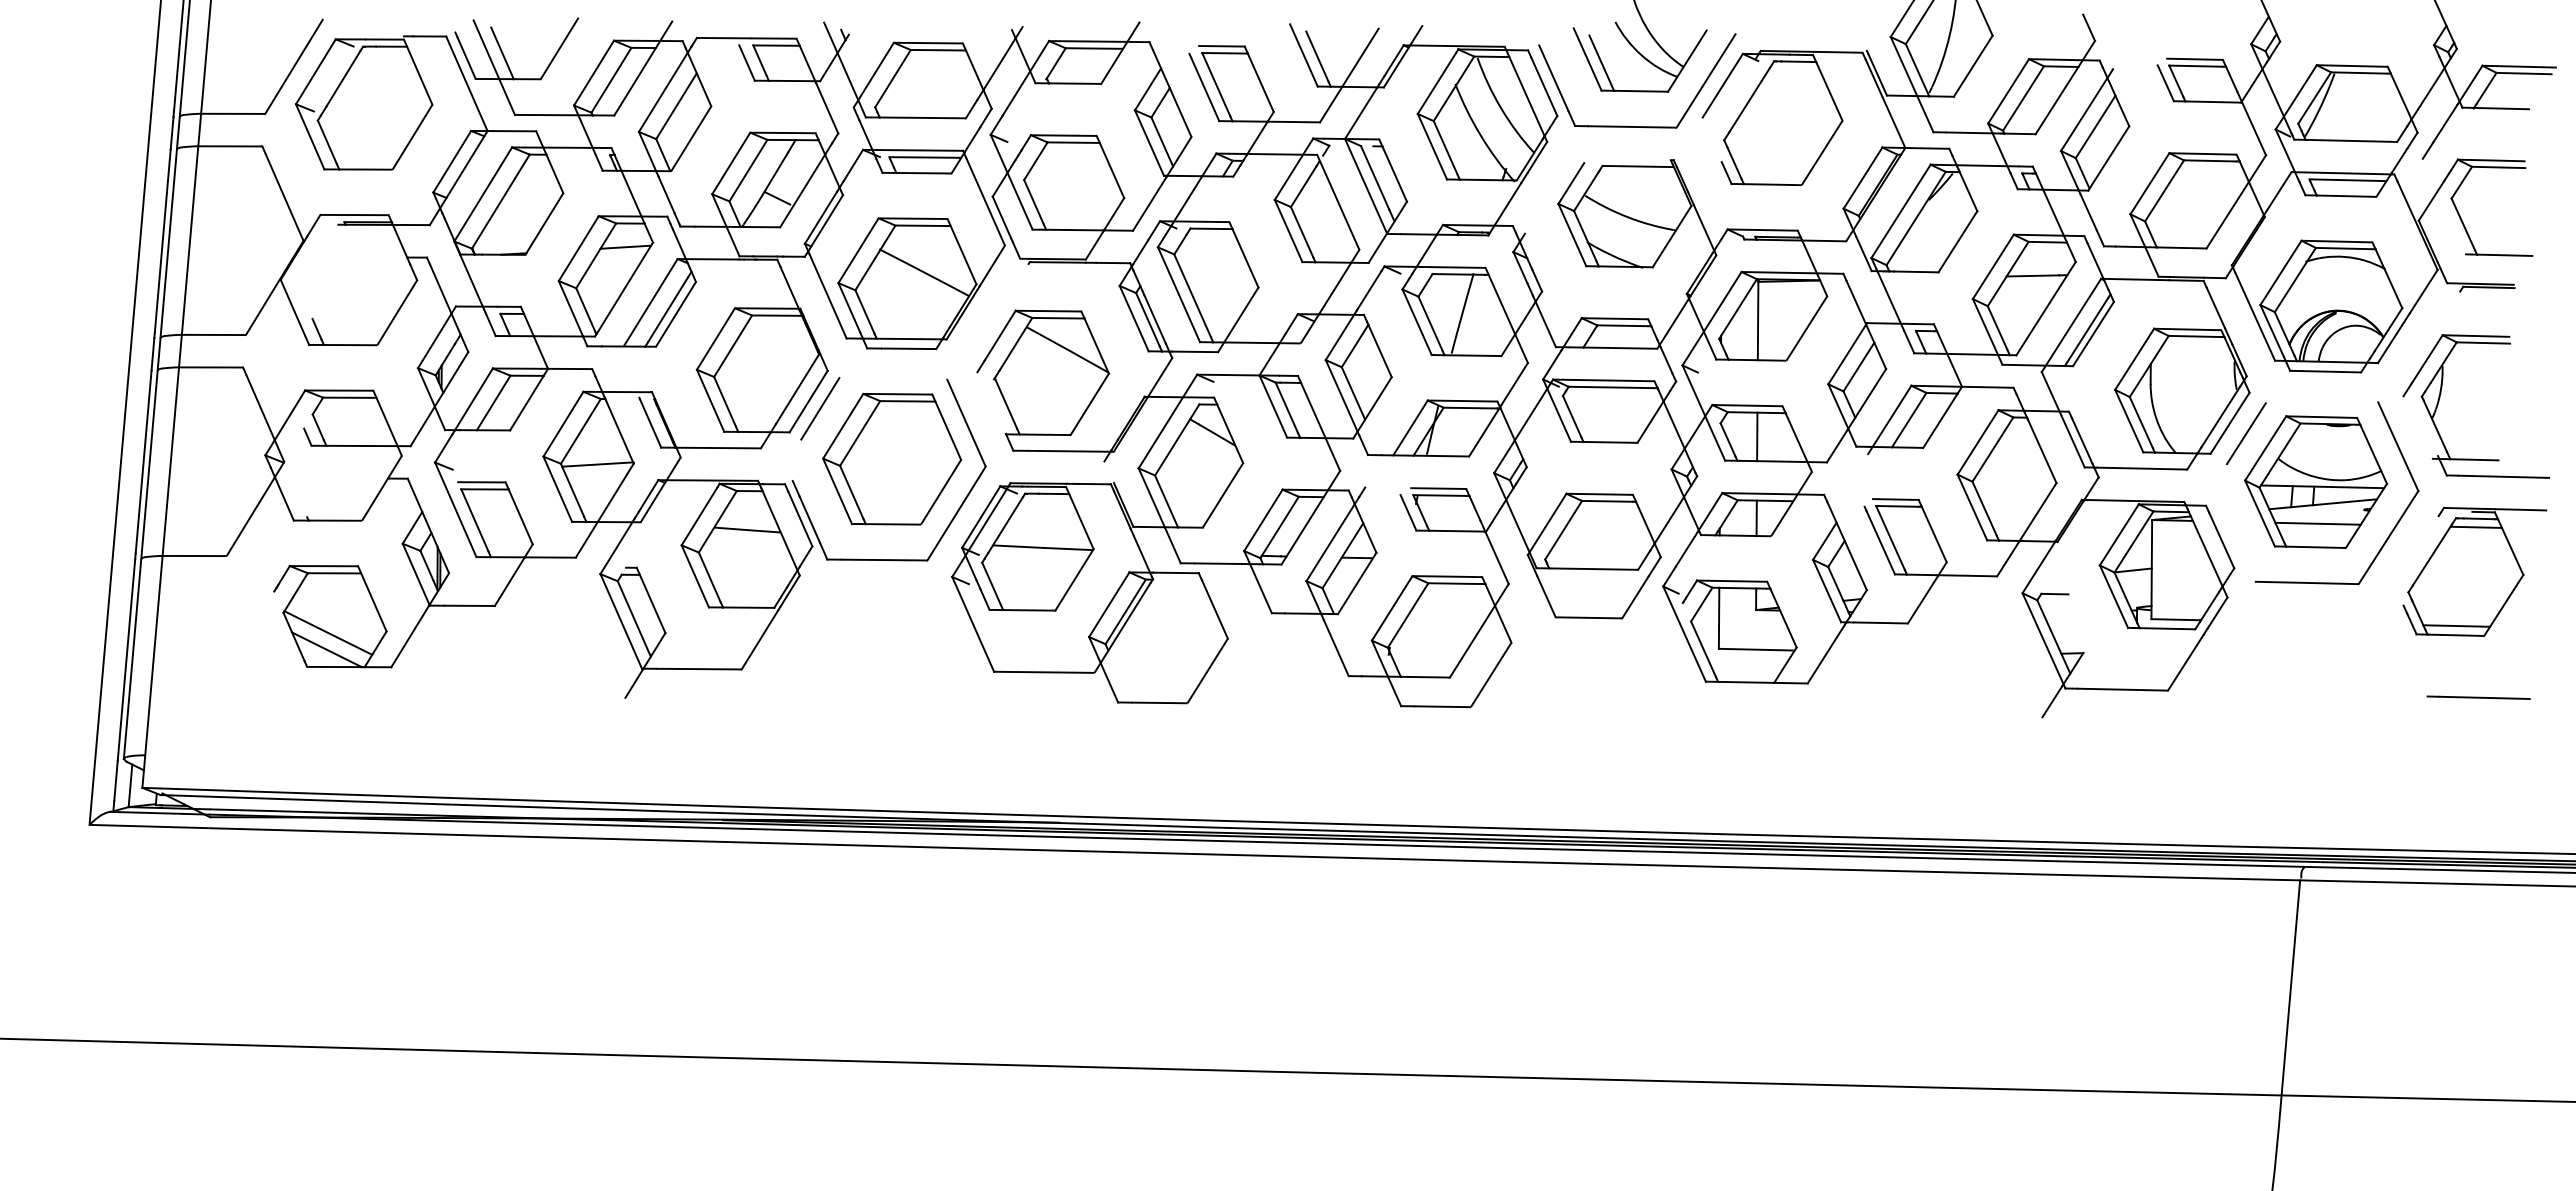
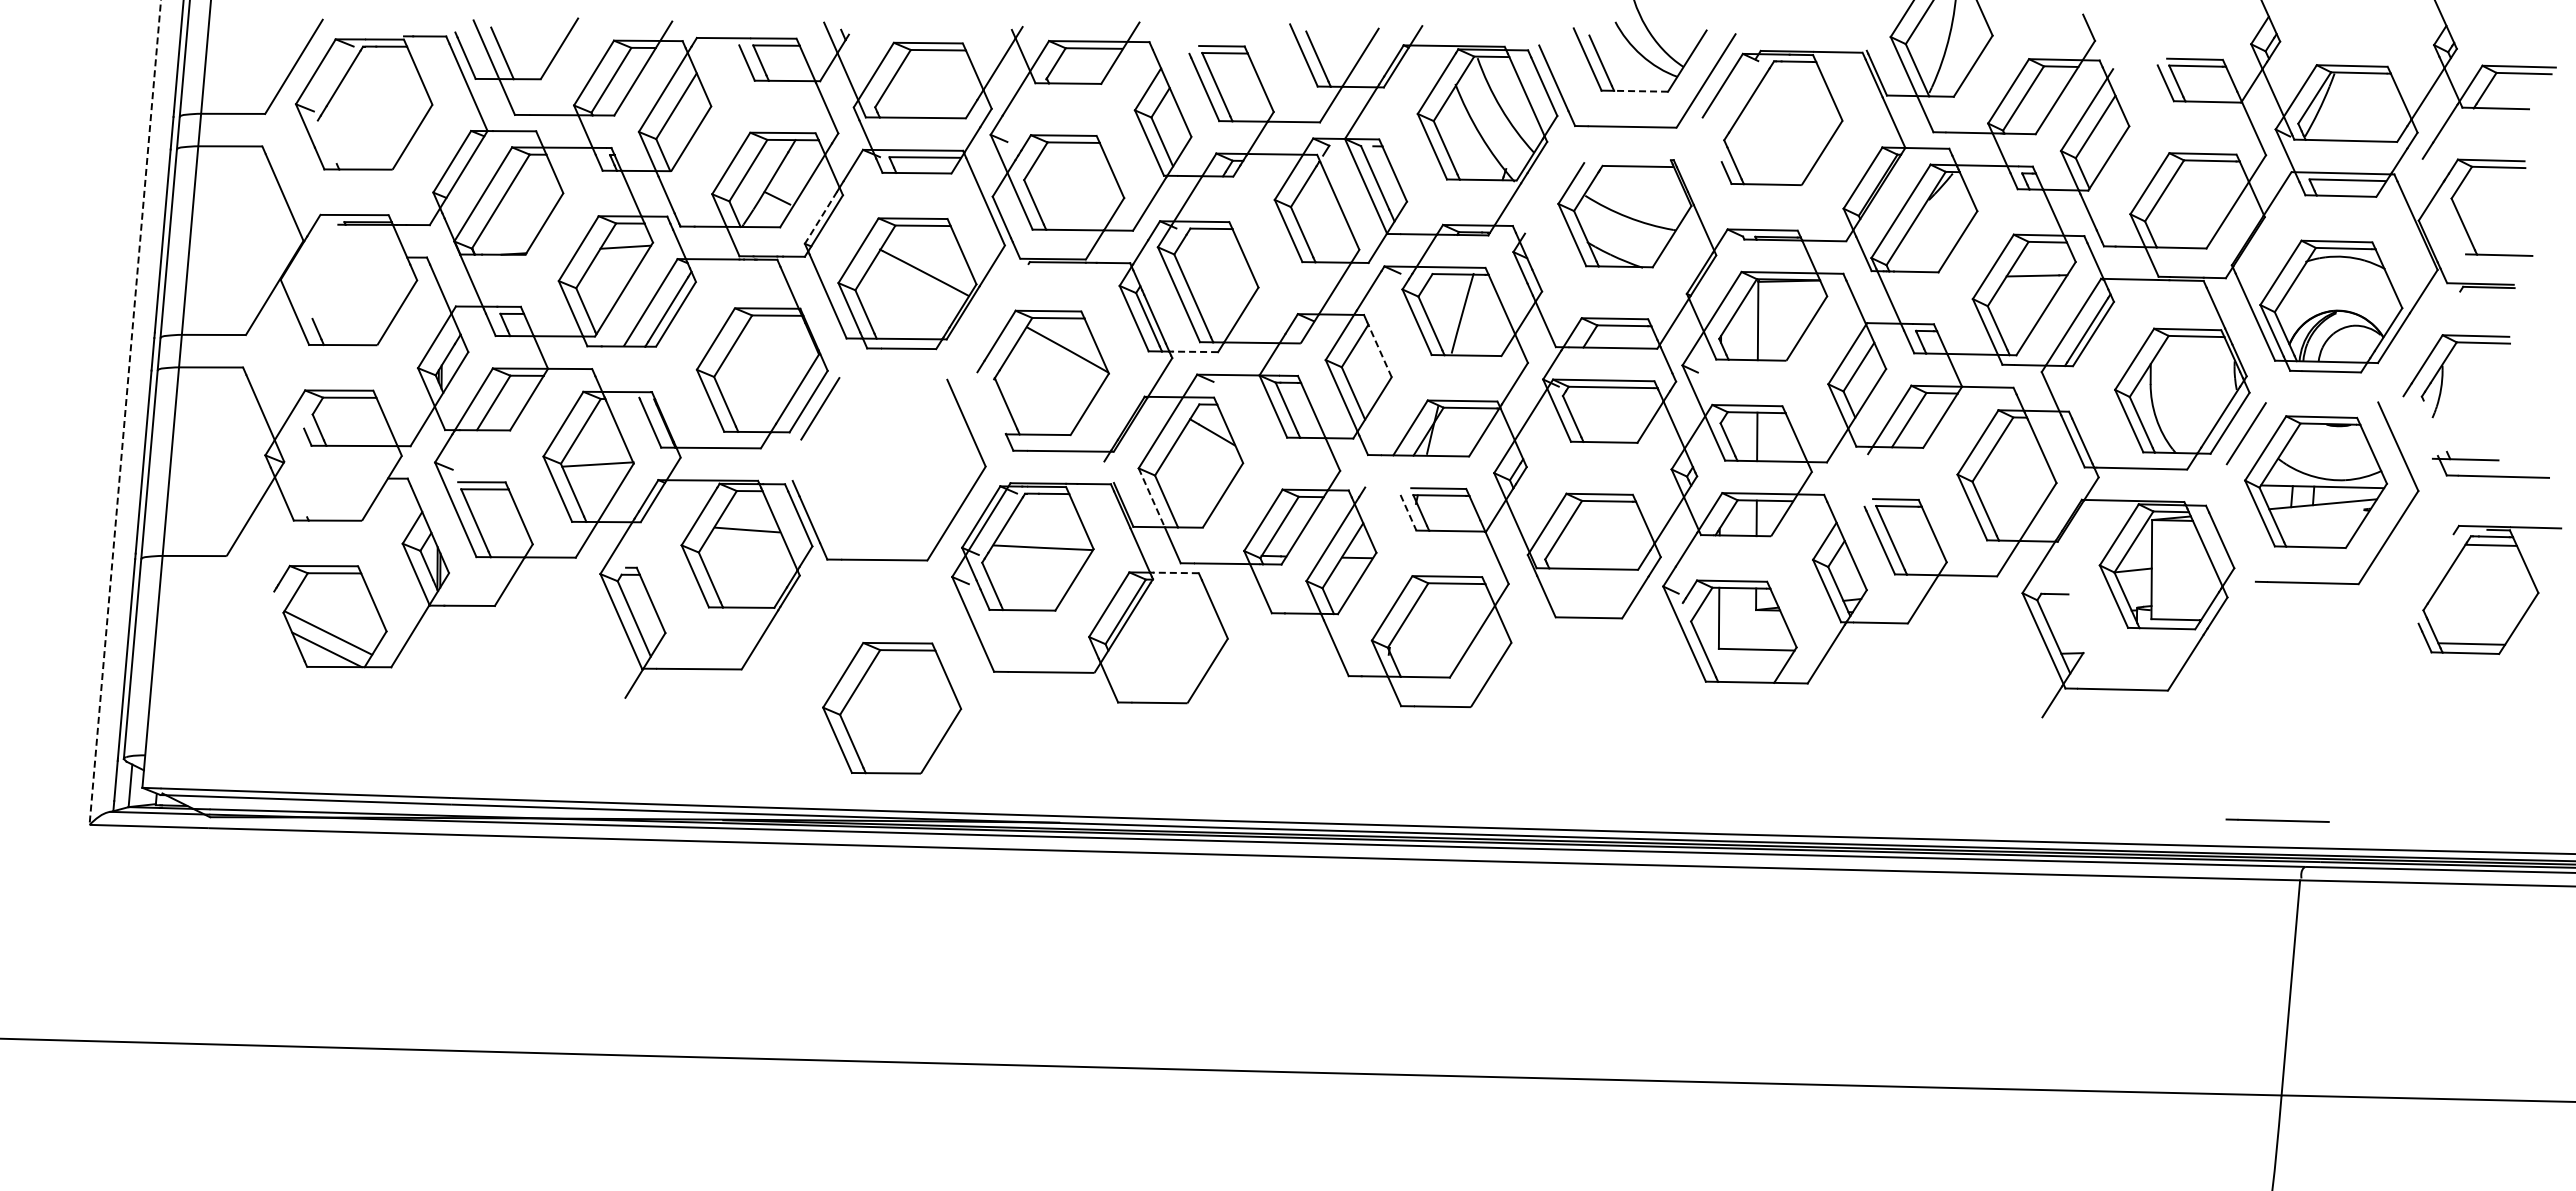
line at (1641, 91): solid -> dashed
line at (326, 141): present -> none
line at (821, 217): solid -> dashed
line at (1379, 349): solid -> dashed
line at (1195, 351): solid -> dashed
line at (125, 412): solid -> dashed
line at (2435, 425): present -> none
part at (892, 459) position: (892, 459) -> (892, 708)
line at (1151, 498): solid -> dashed
line at (1408, 513): solid -> dashed
line at (2317, 523): present -> none
part at (2474, 571) position: (2474, 571) -> (2489, 589)
line at (1175, 572): solid -> dashed
line at (2478, 697) position: (2478, 697) -> (2277, 820)
